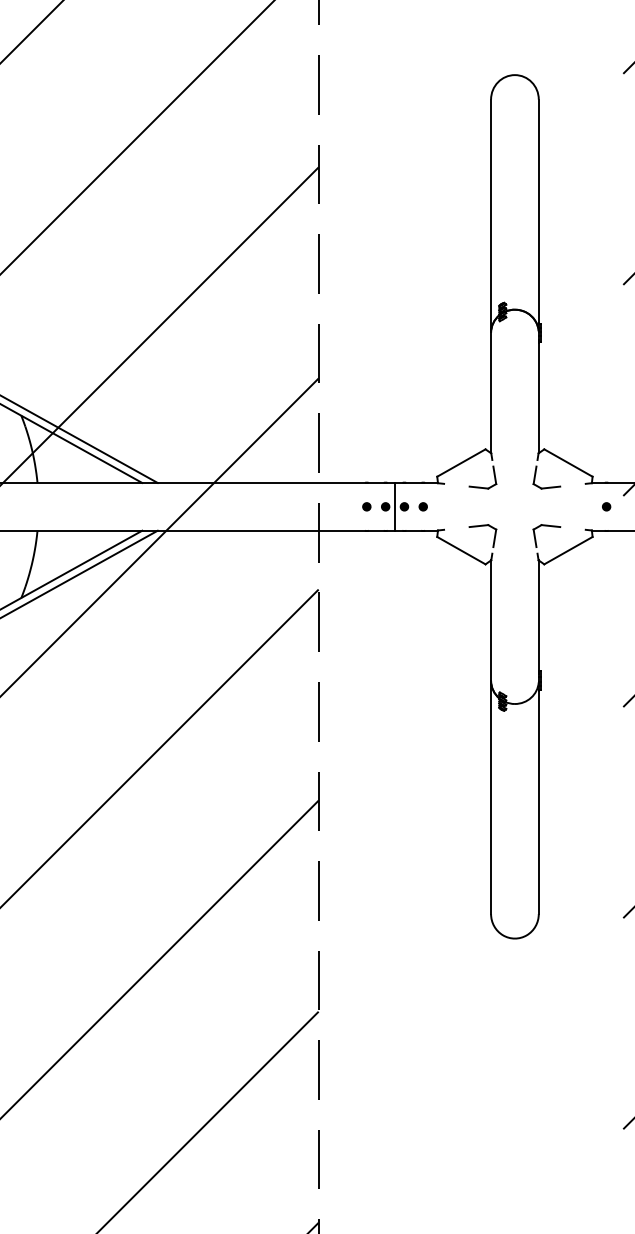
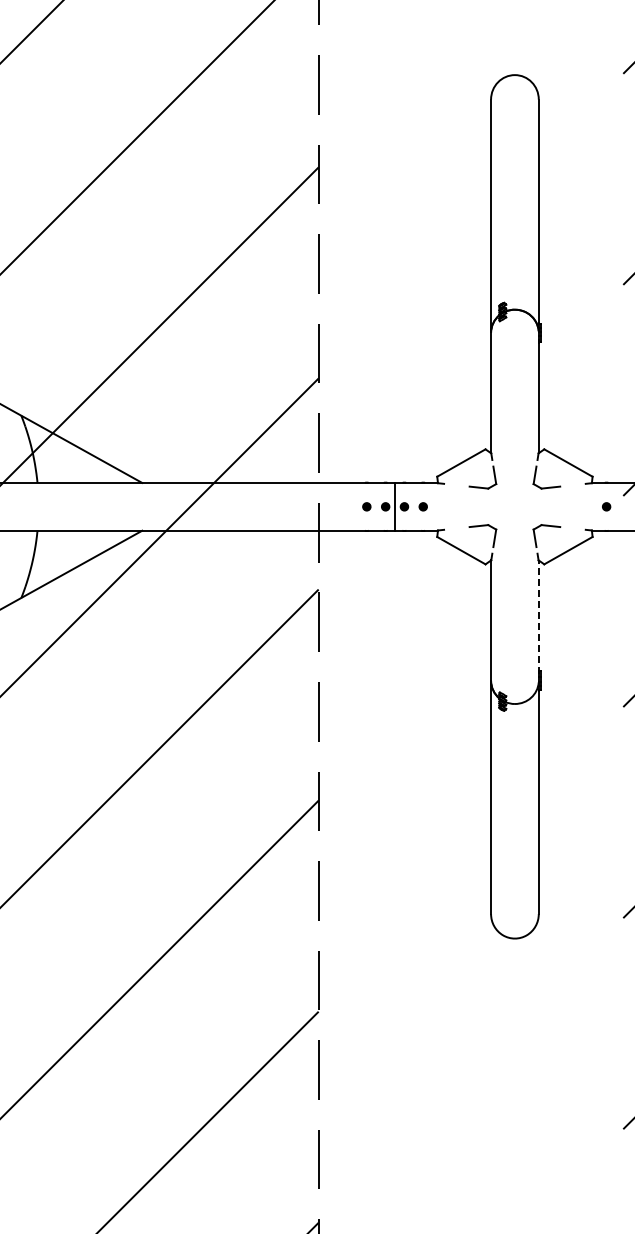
line at (79, 439): present -> none
line at (79, 573): present -> none
line at (538, 617): solid -> dashed
